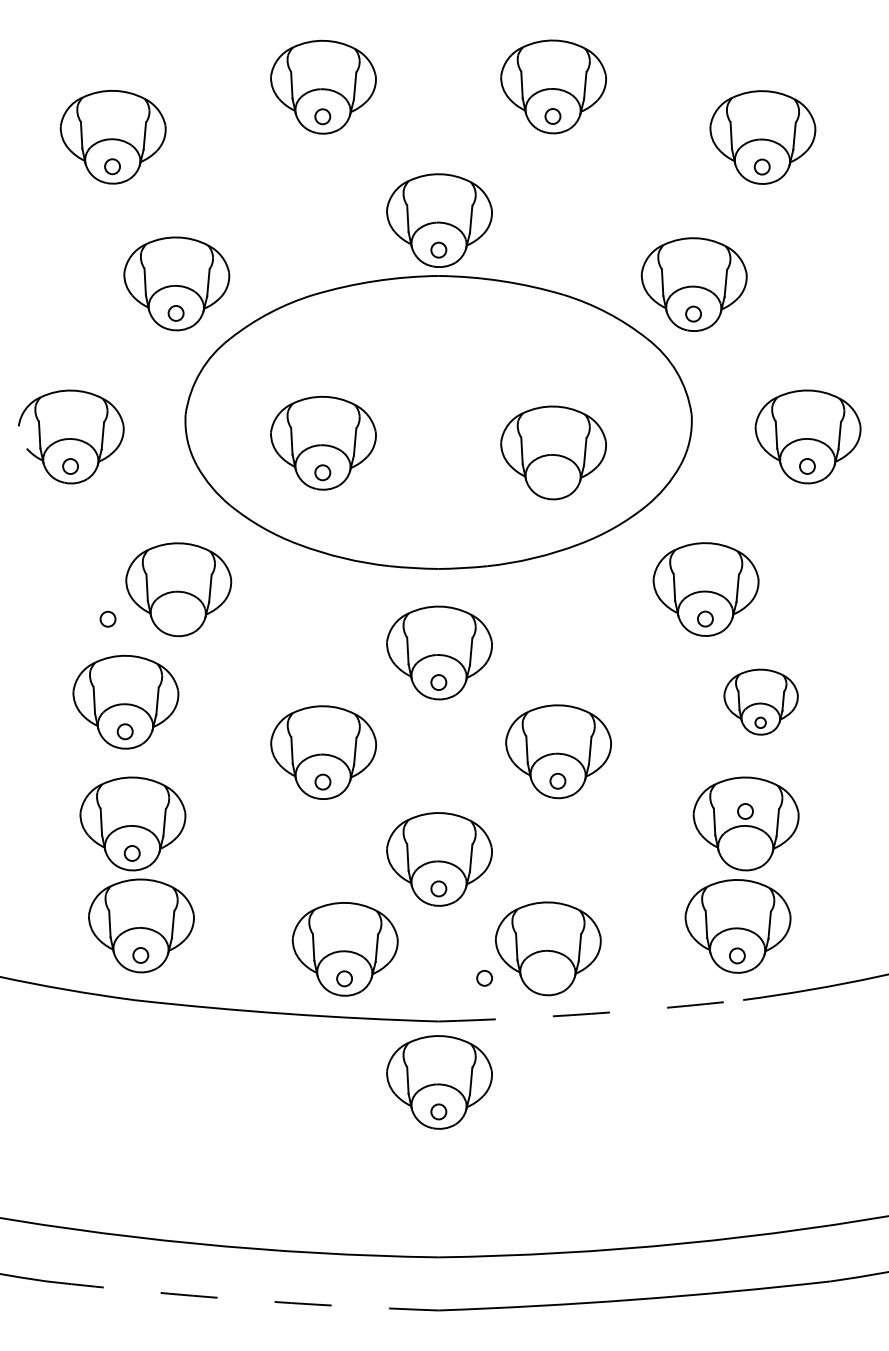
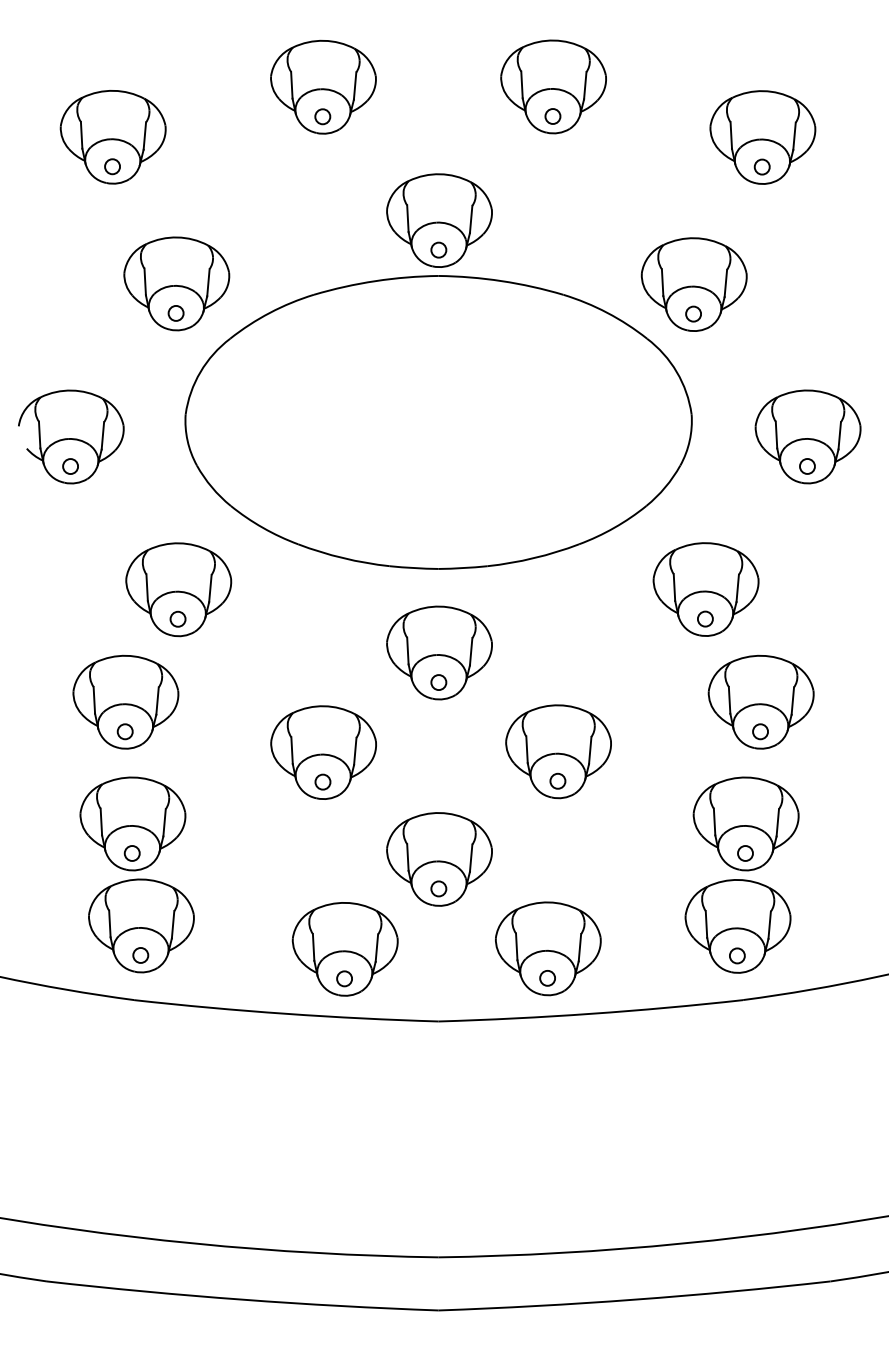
part at (323, 442): present -> none
part at (553, 452): present -> none
circle at (107, 618) position: (107, 618) -> (177, 618)
part at (760, 701) size: 76x68 px -> 108x96 px
circle at (745, 811) position: (745, 811) -> (745, 853)
circle at (484, 978) position: (484, 978) -> (547, 978)
arc at (591, 1013): dashed -> solid
part at (439, 1082): present -> none
arc at (242, 1299): dashed -> solid
